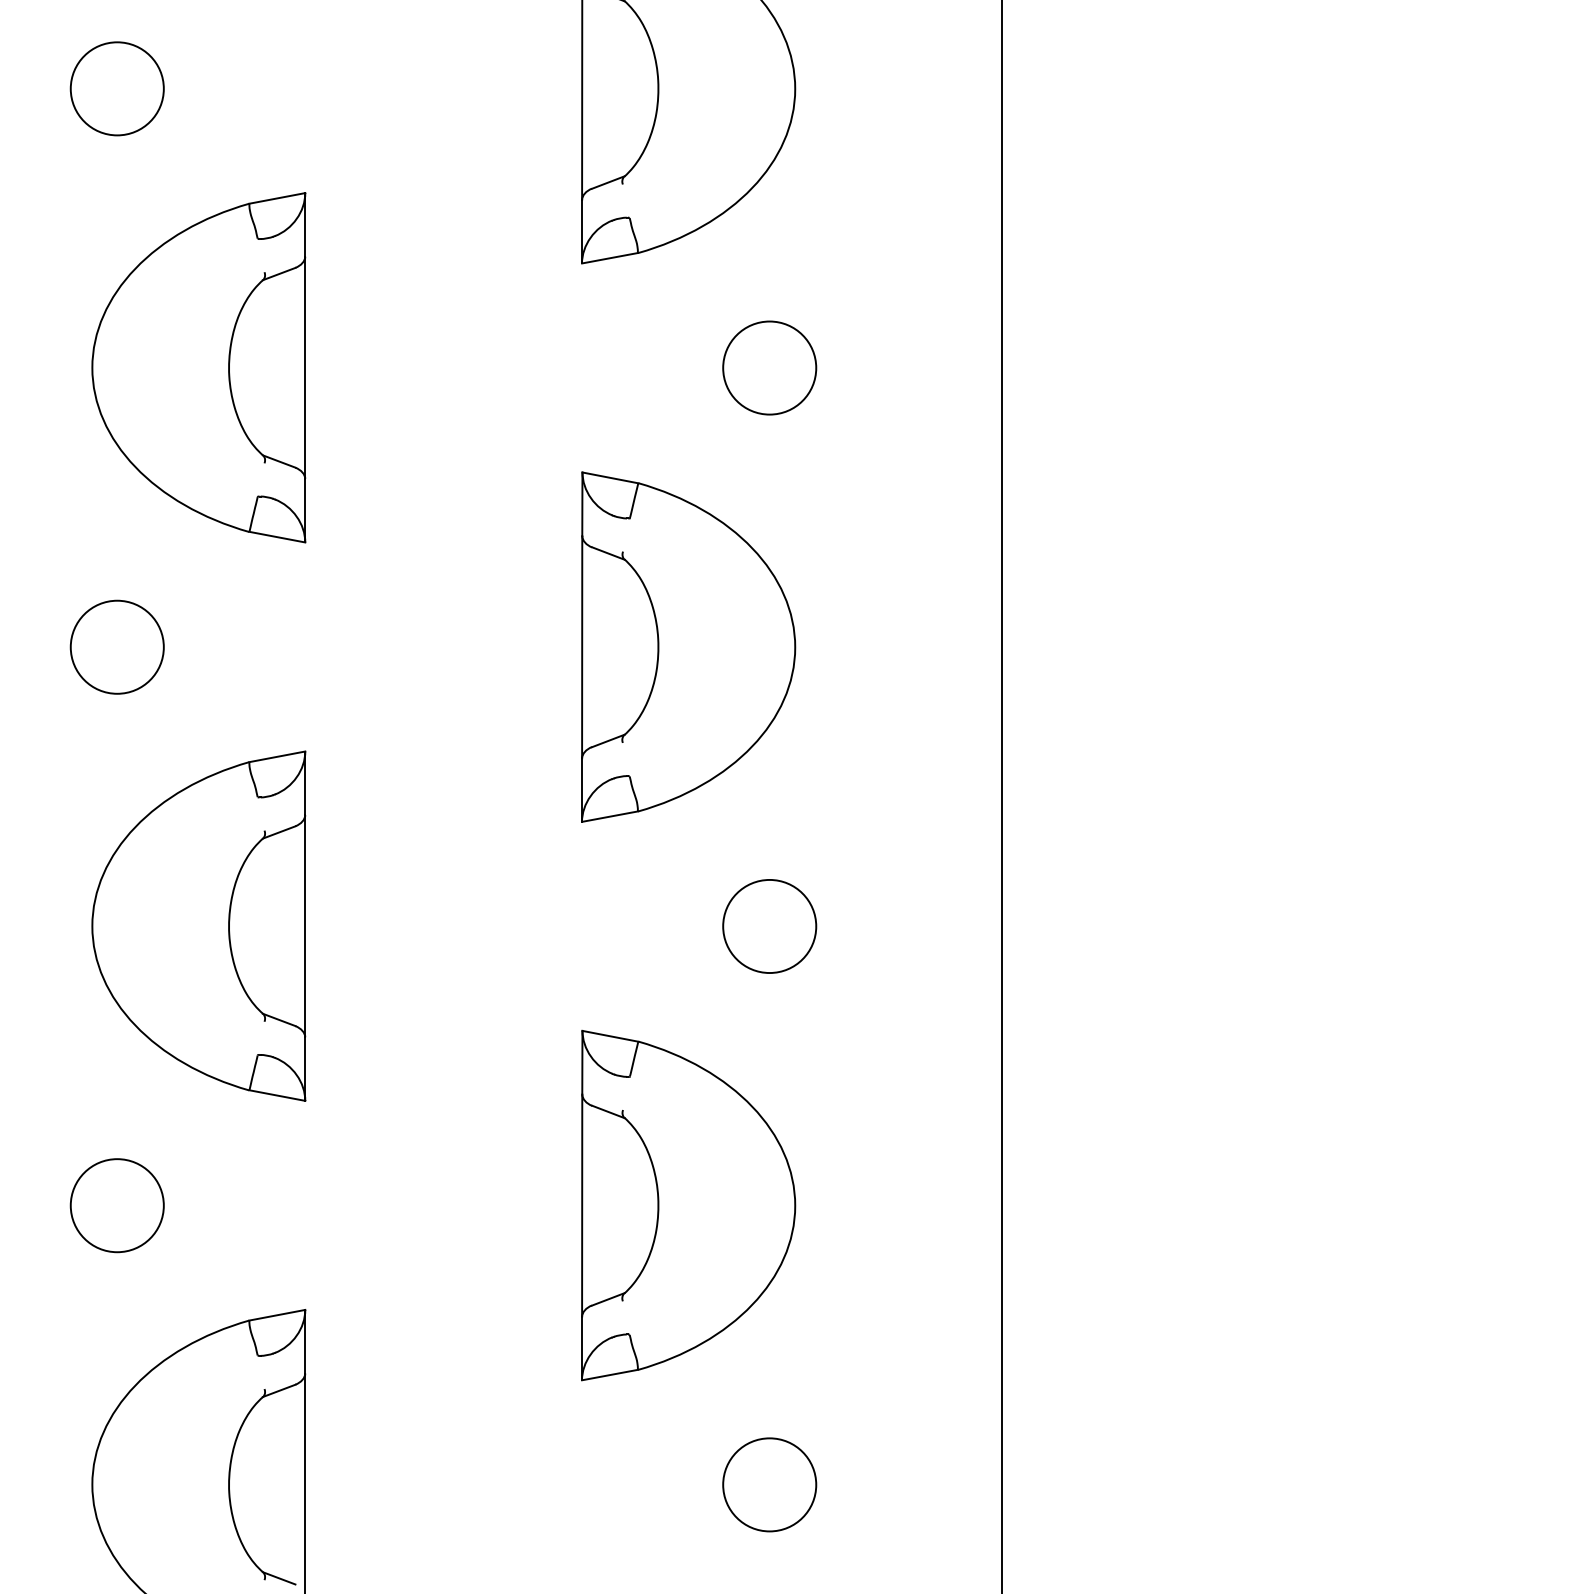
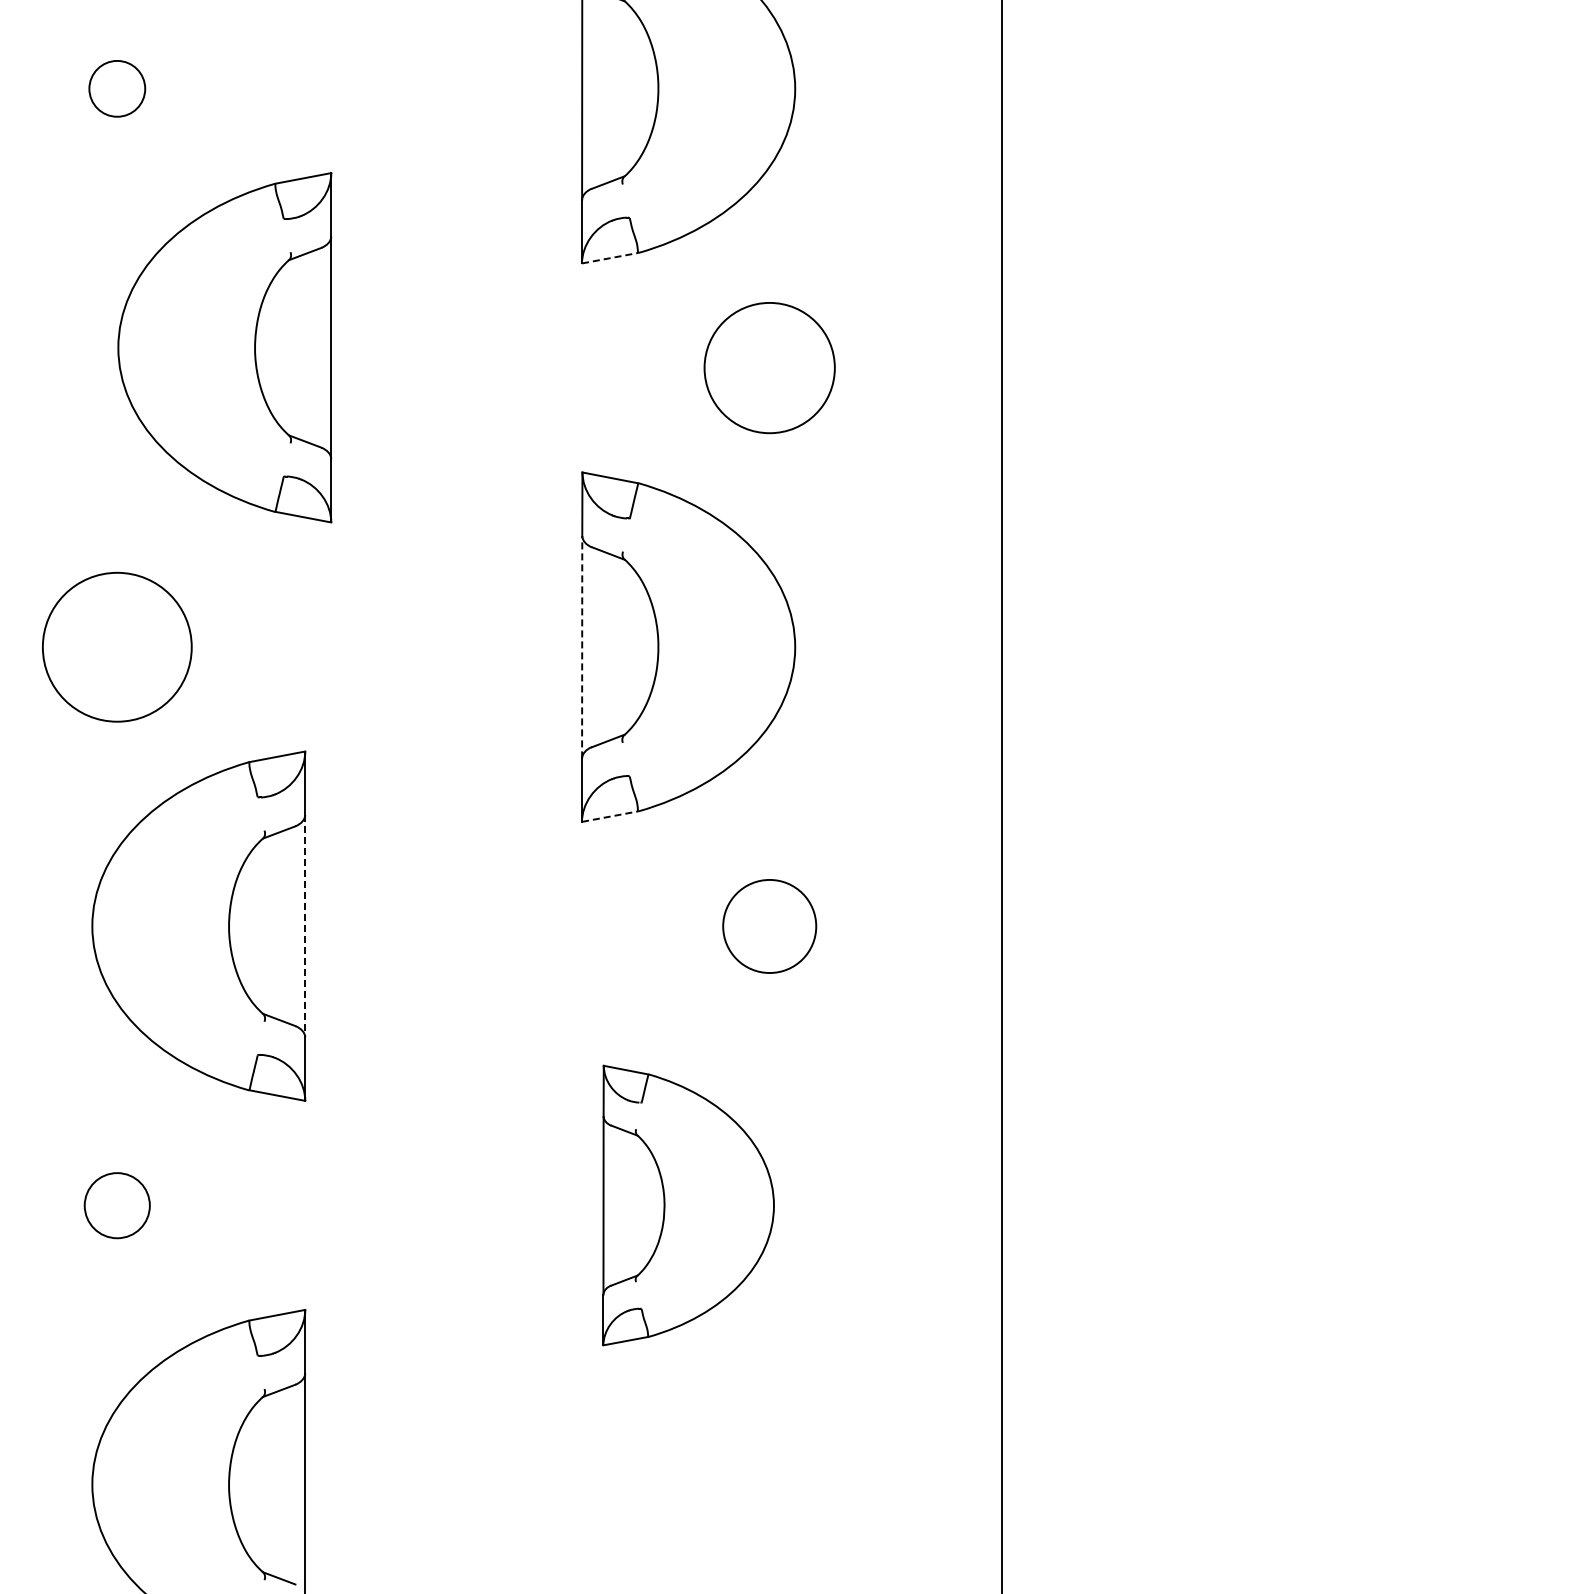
circle at (116, 88) diameter: 93 px -> 56 px
line at (610, 258): solid -> dashed
part at (198, 367) position: (198, 367) -> (224, 347)
circle at (769, 367) diameter: 93 px -> 130 px
circle at (116, 646) diameter: 93 px -> 149 px
line at (582, 646): solid -> dashed
line at (610, 816): solid -> dashed
line at (305, 926): solid -> dashed
circle at (116, 1205) diameter: 93 px -> 65 px
part at (688, 1205) size: 216x353 px -> 173x283 px
circle at (769, 1484): present -> none
